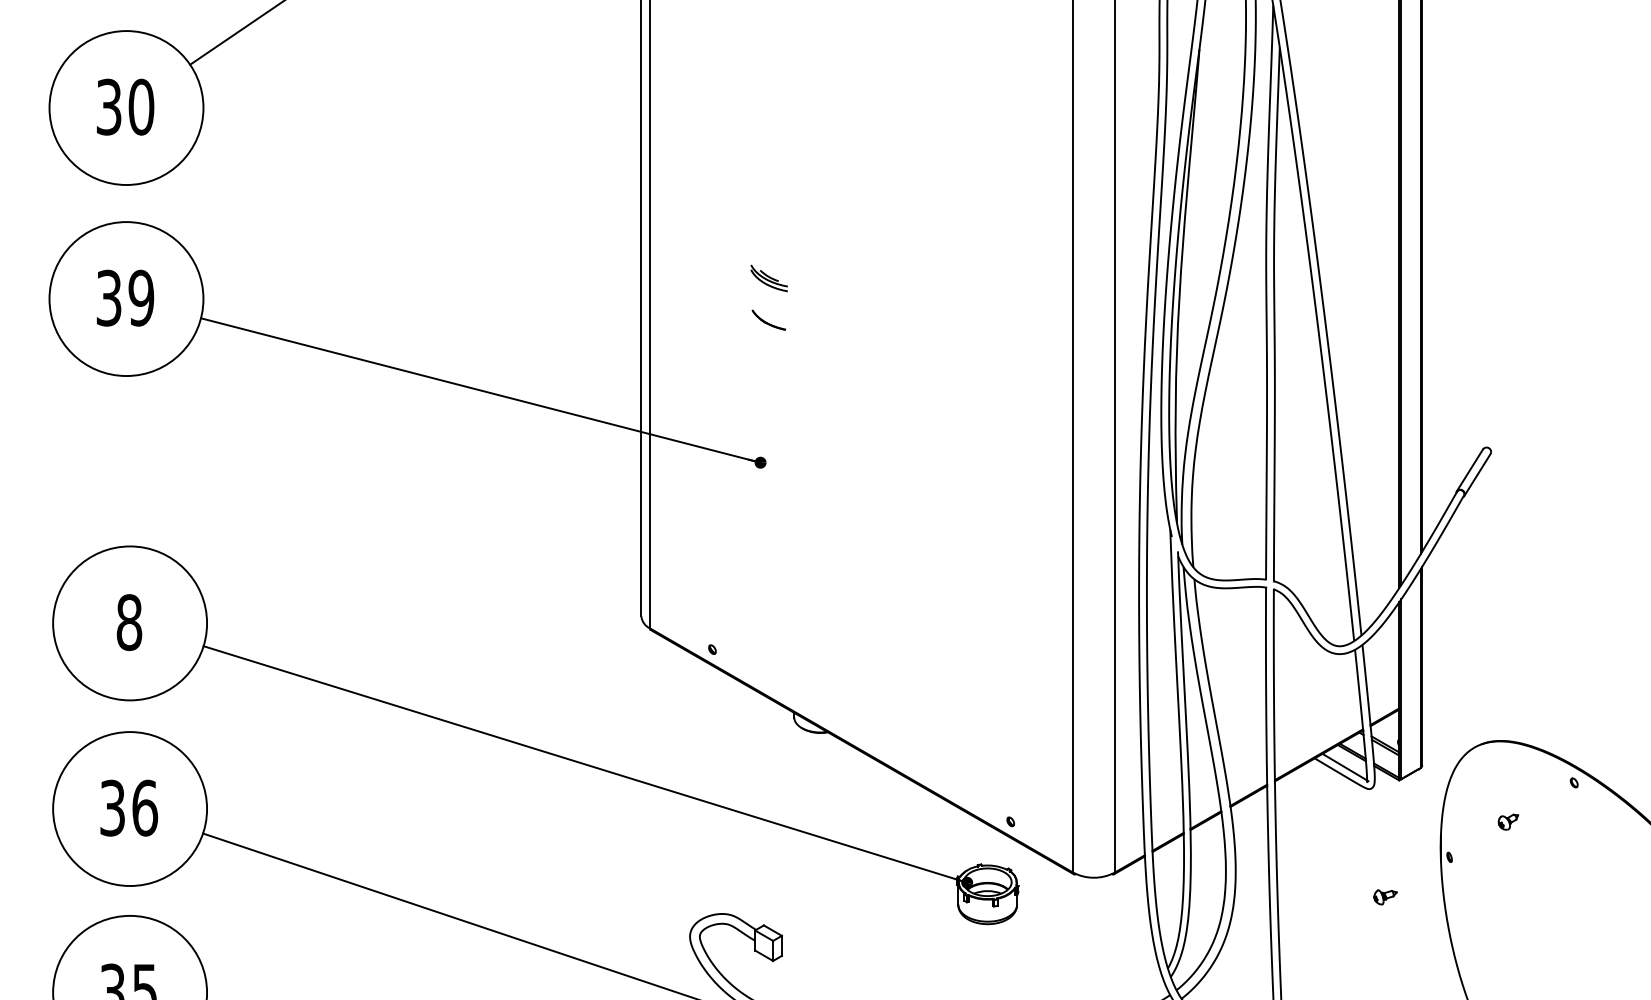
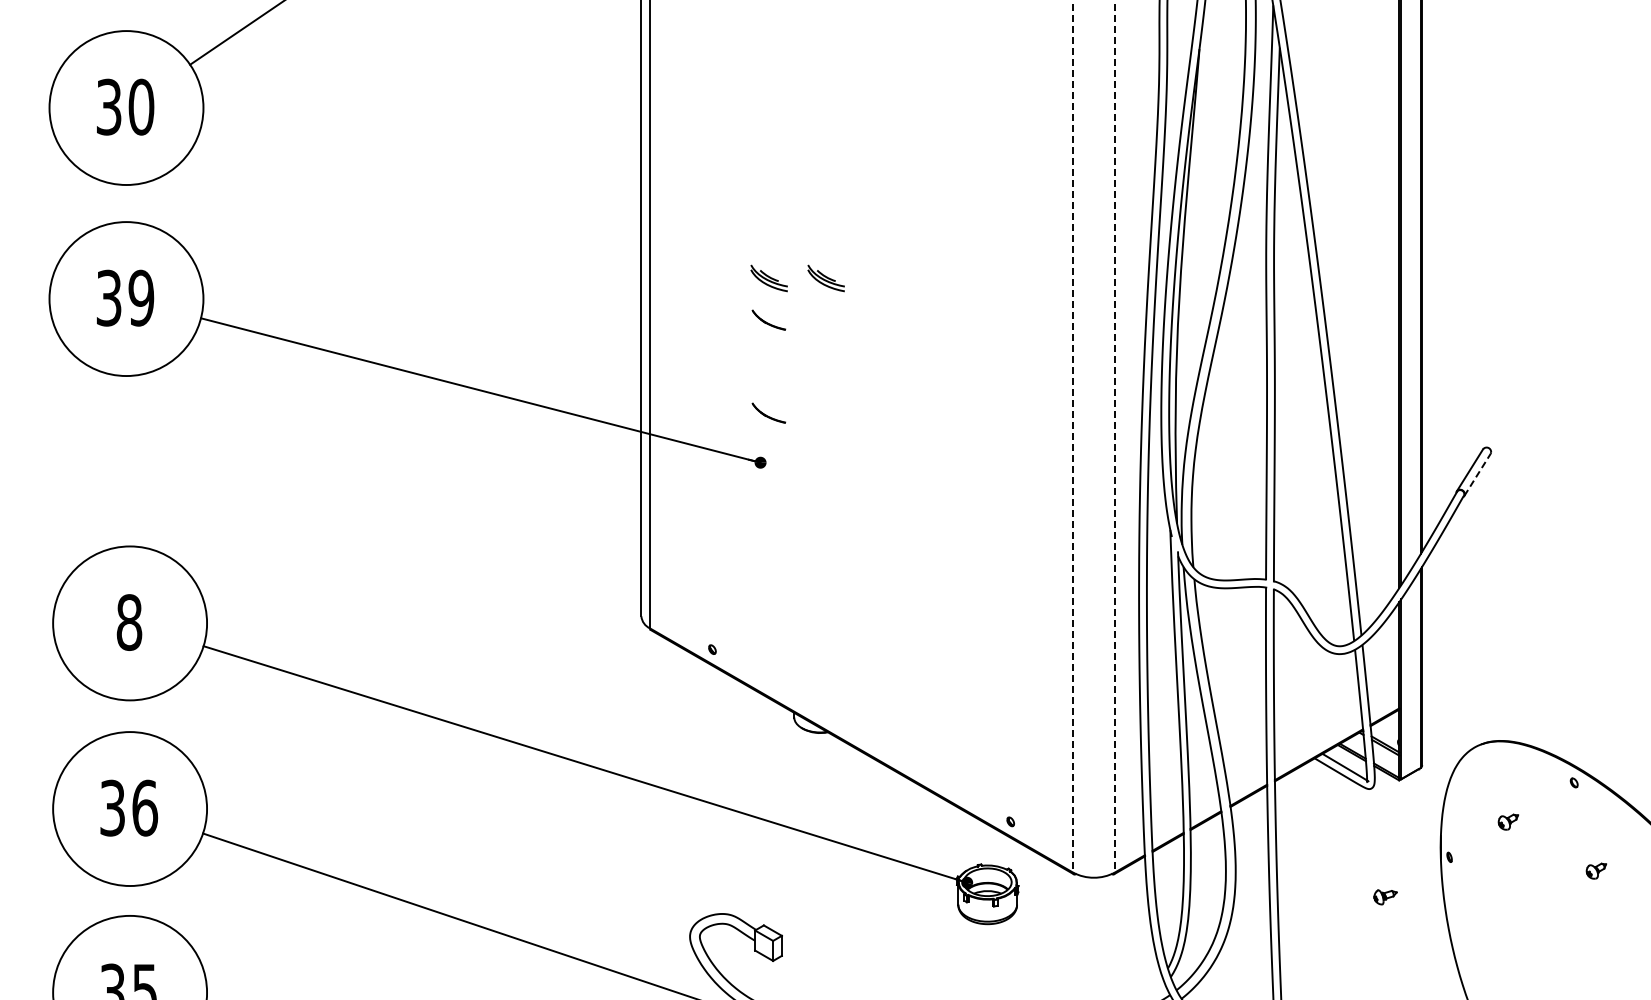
part at (825, 278): none -> present
part at (768, 412): none -> present
line at (1073, 436): solid -> dashed
line at (1114, 436): solid -> dashed
line at (1477, 474): solid -> dashed
part at (1596, 870): none -> present
